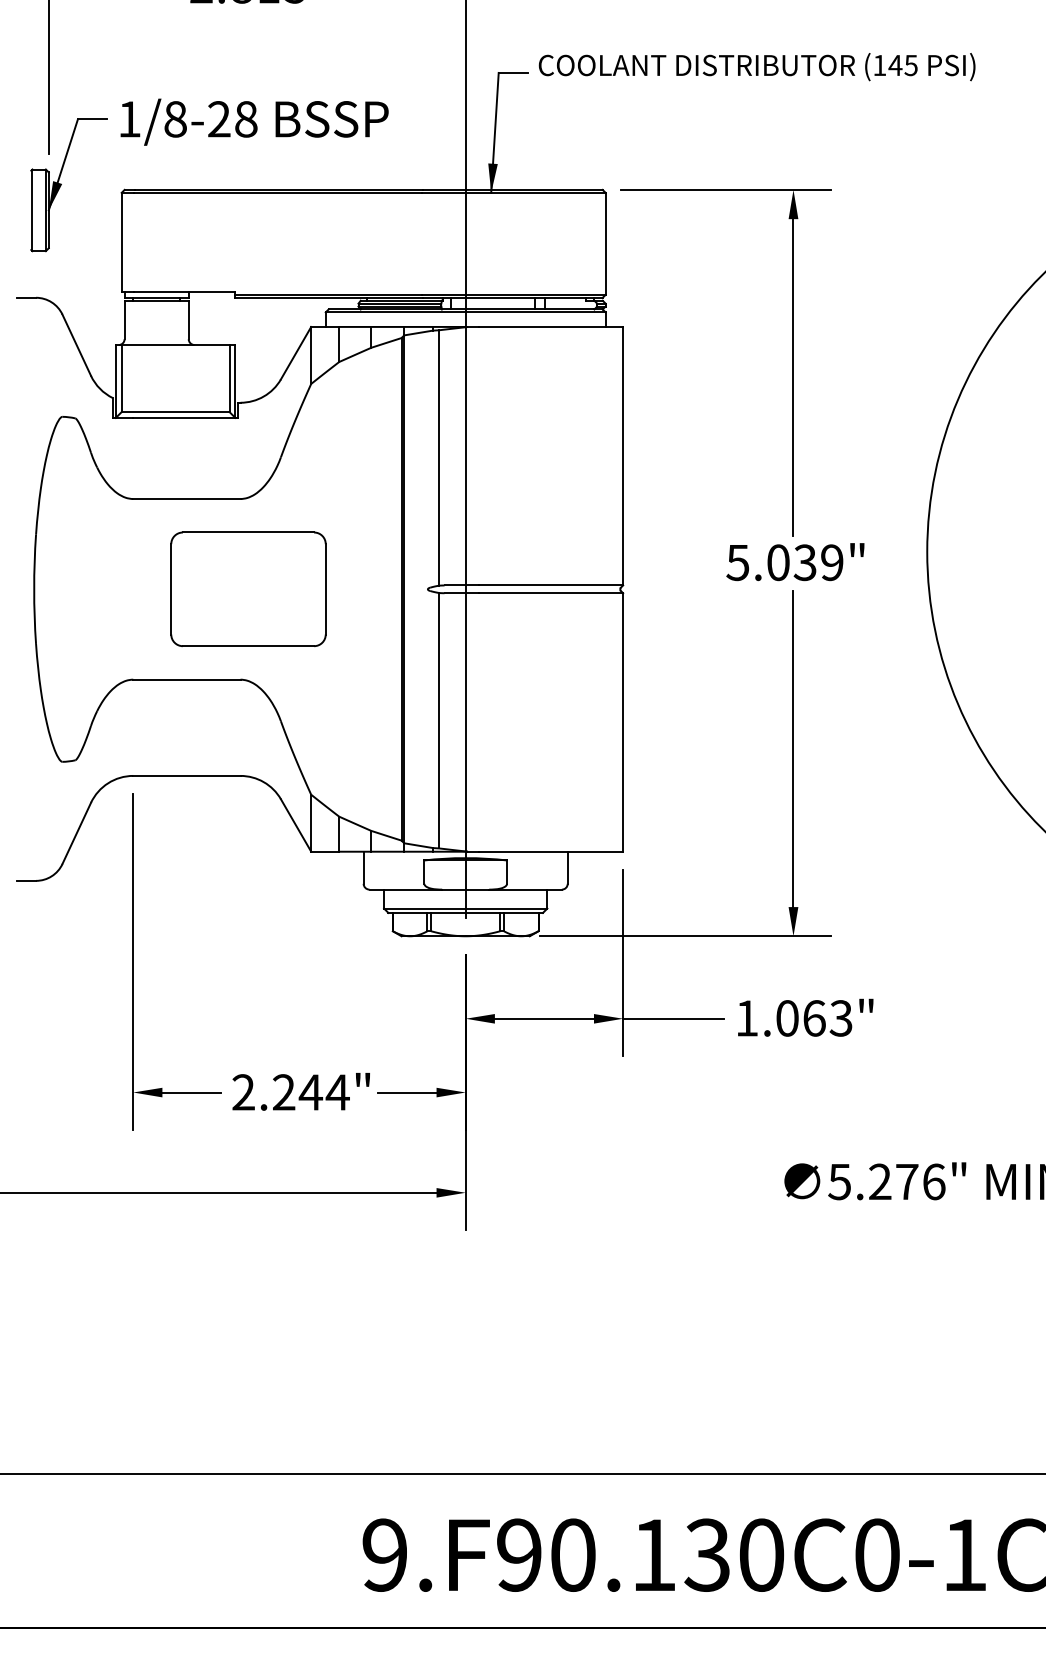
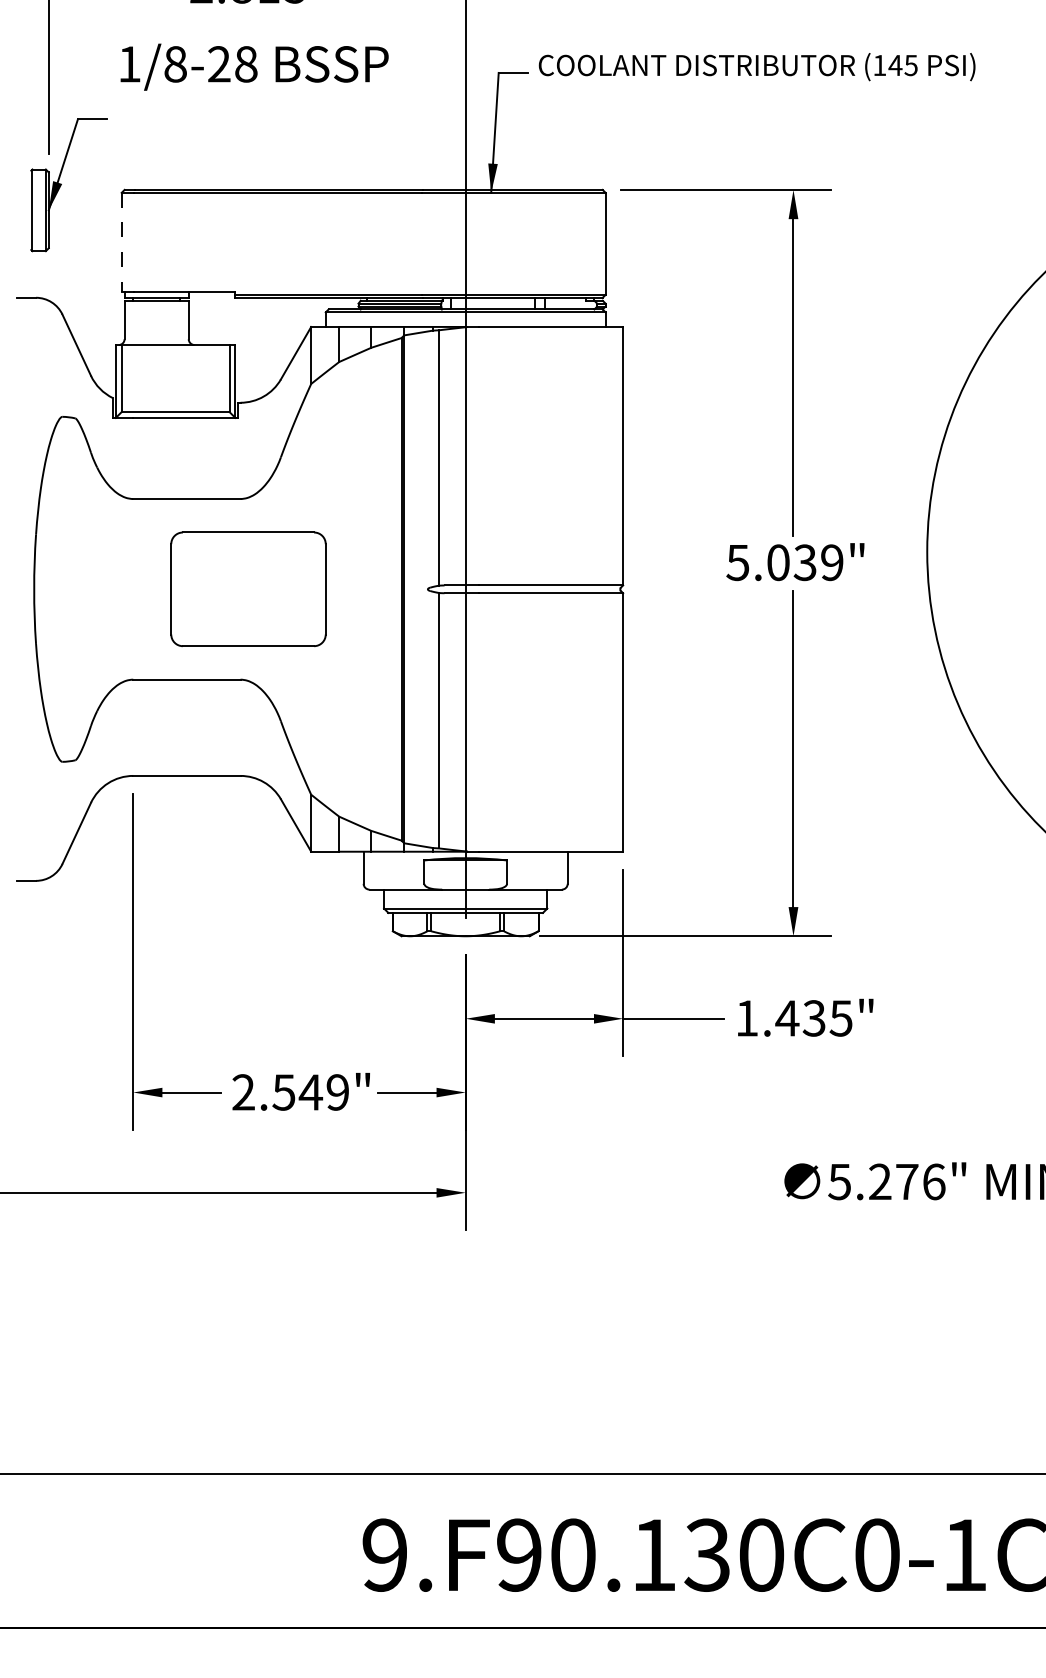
text at (254, 121) position: (254, 121) -> (254, 66)
line at (121, 242): solid -> dashed
text at (813, 1018): 1.063" -> 1.435"
text at (310, 1092): 2.244" -> 2.549"
